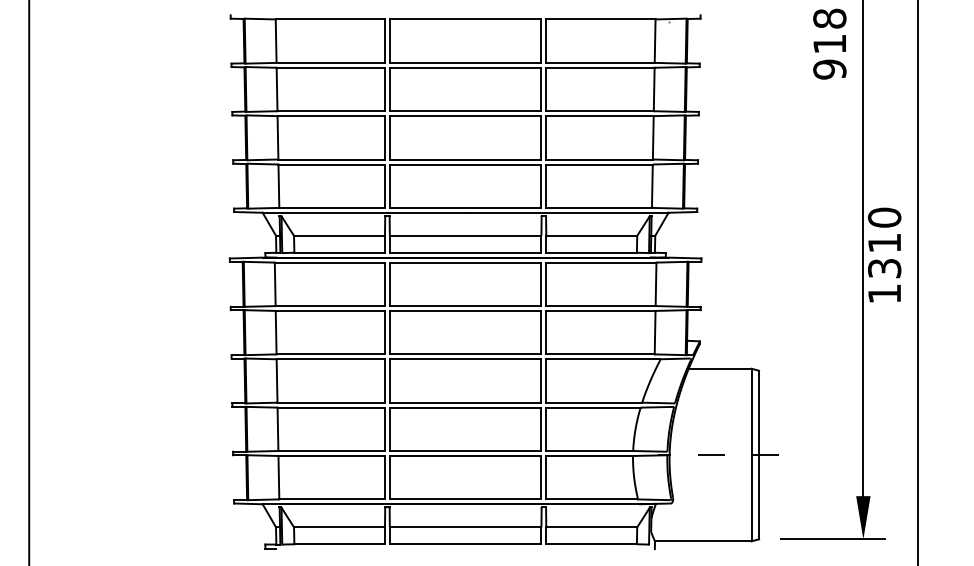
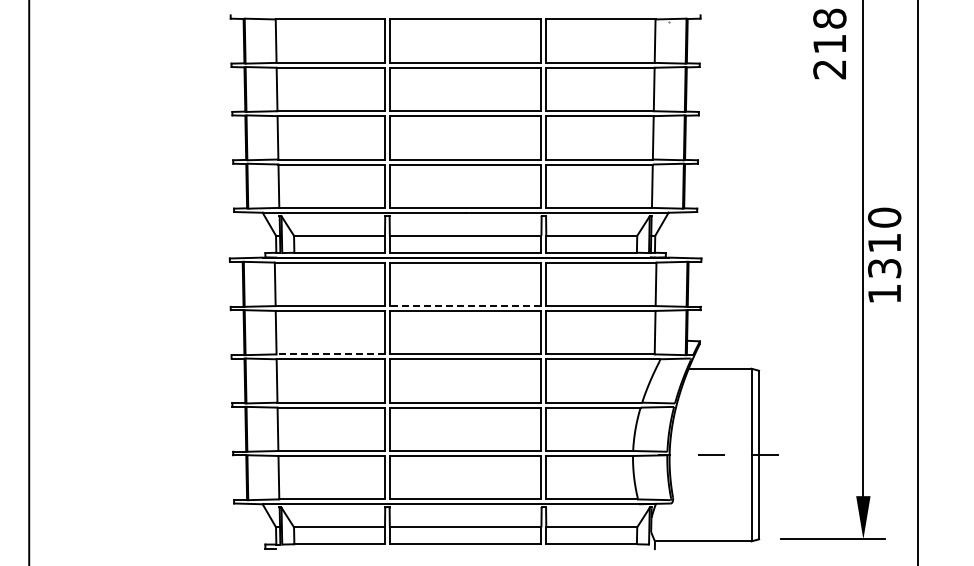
text at (829, 69): 918 -> 218
line at (465, 306): solid -> dashed
line at (330, 354): solid -> dashed
